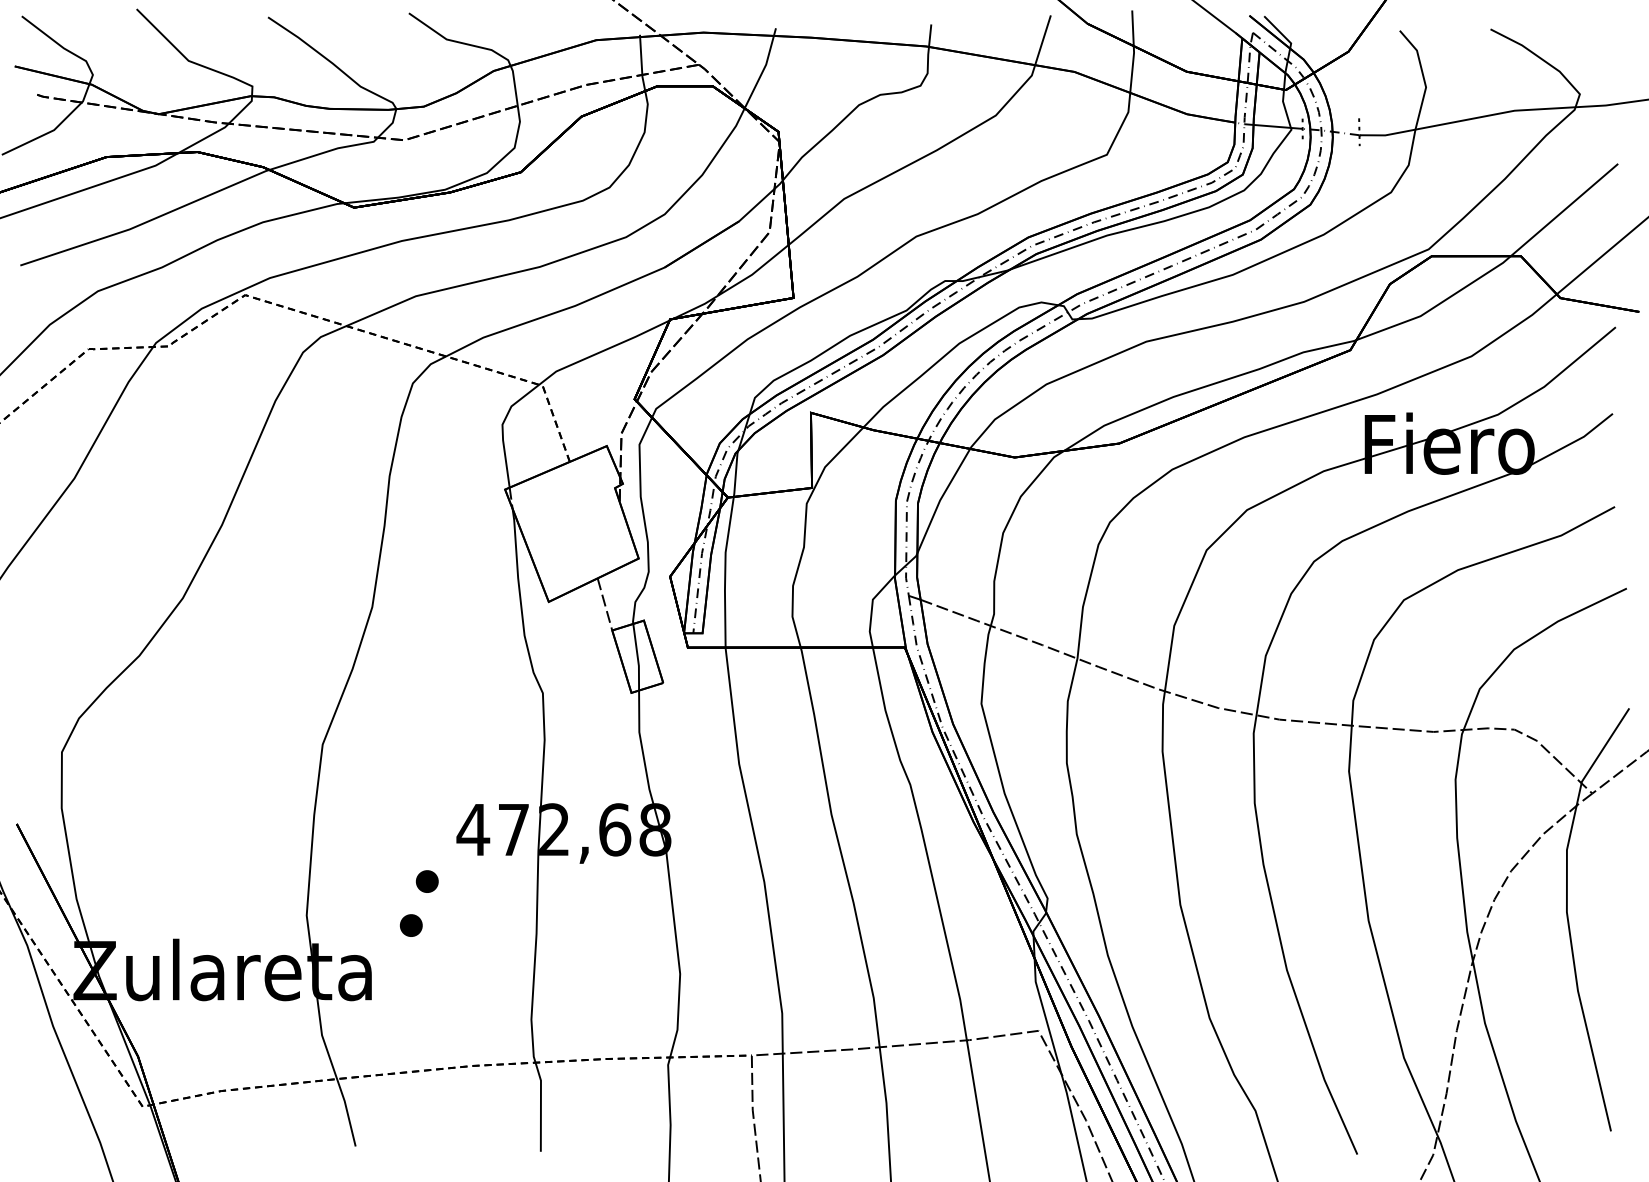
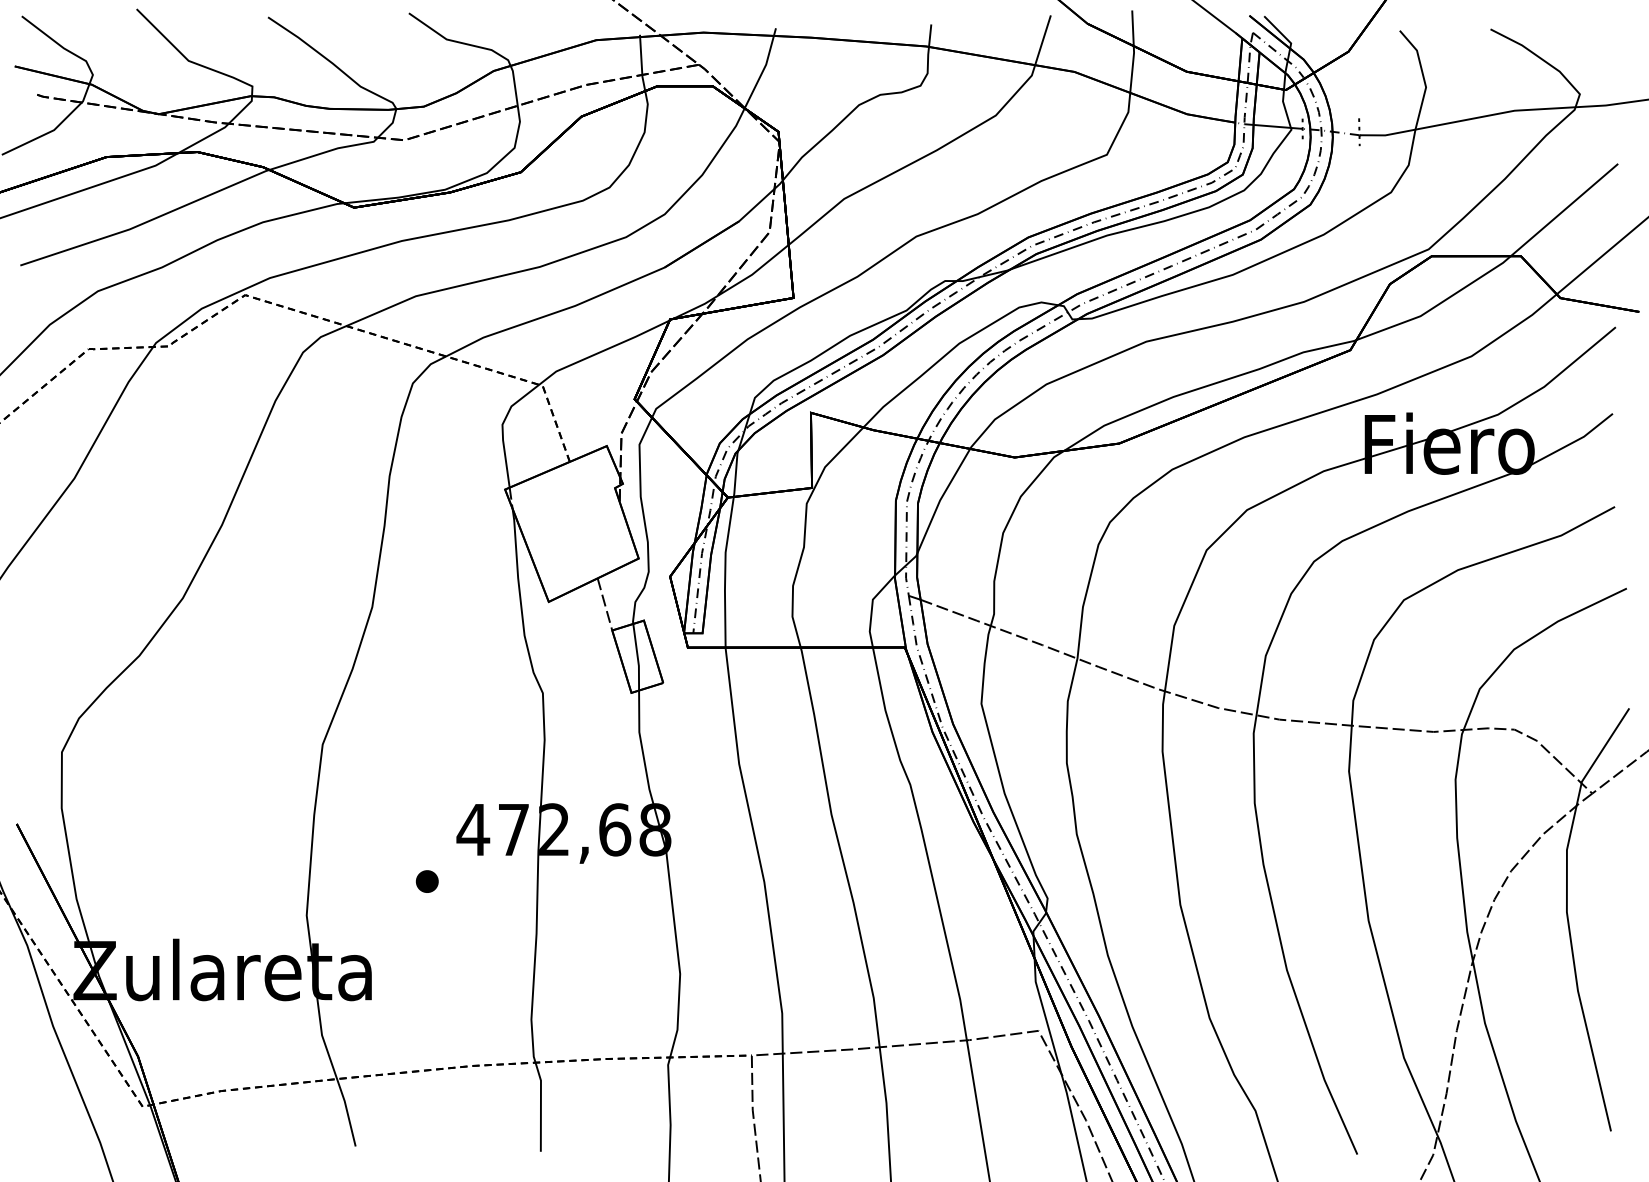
part at (410, 925): present -> none
